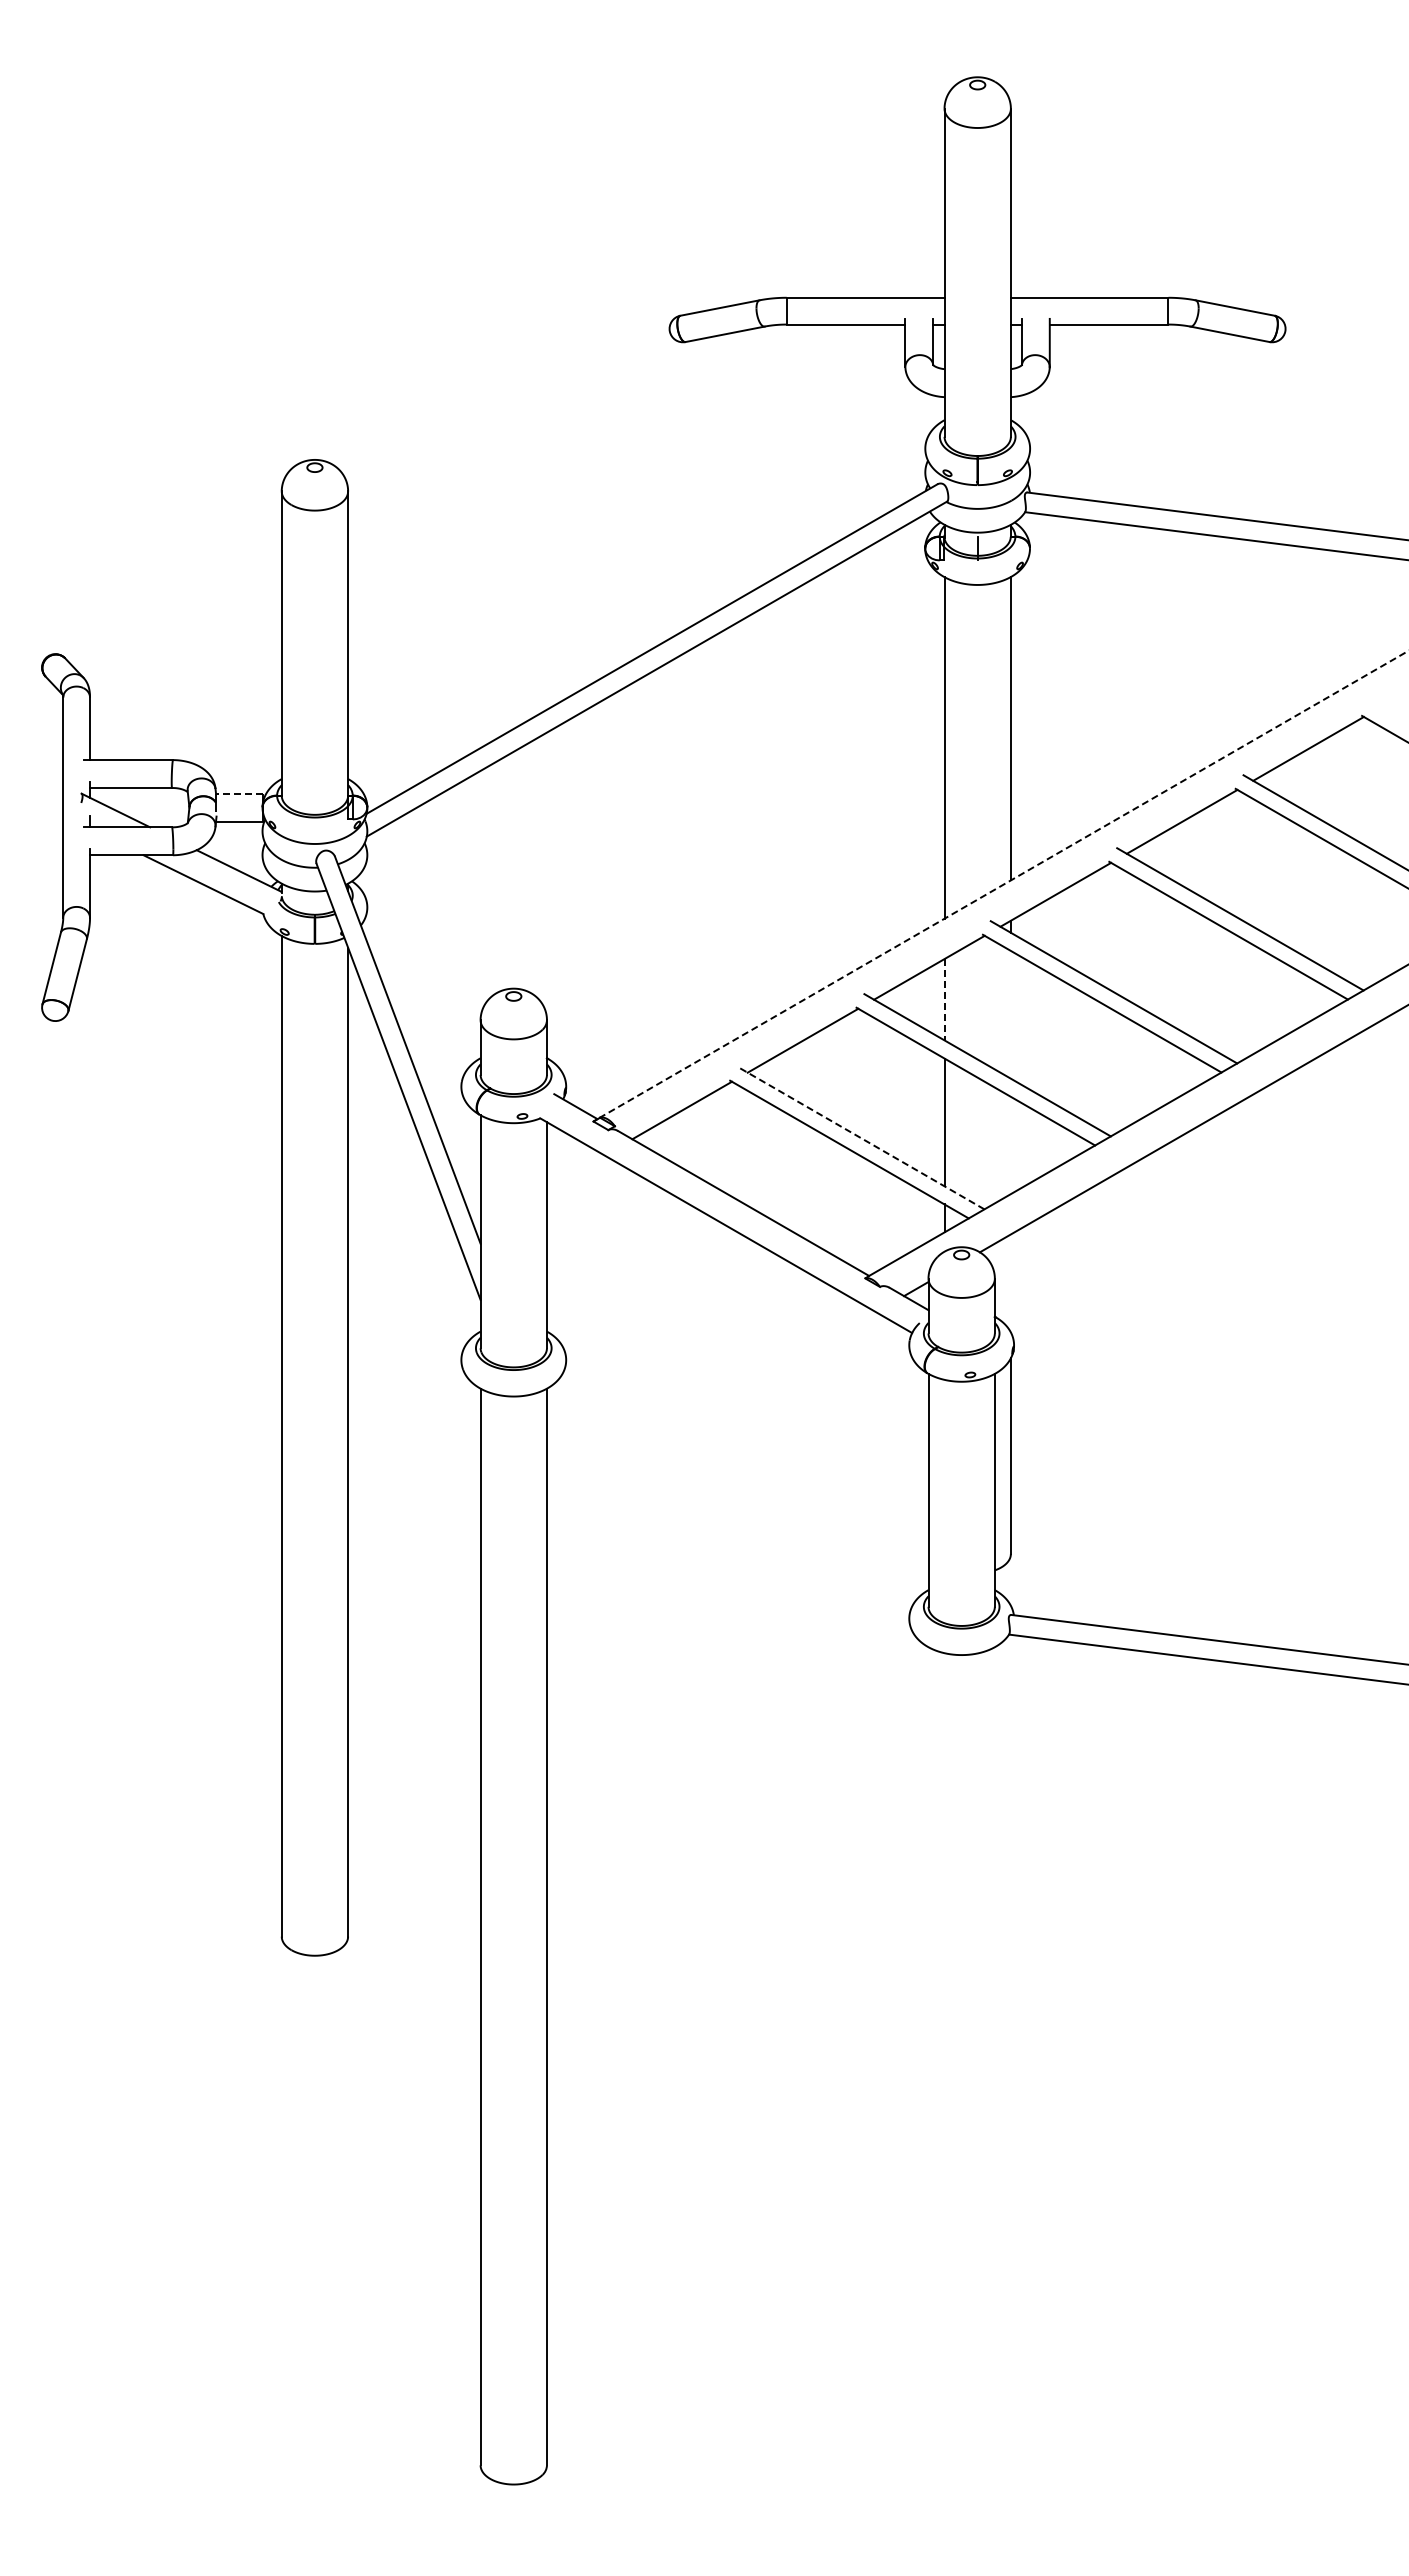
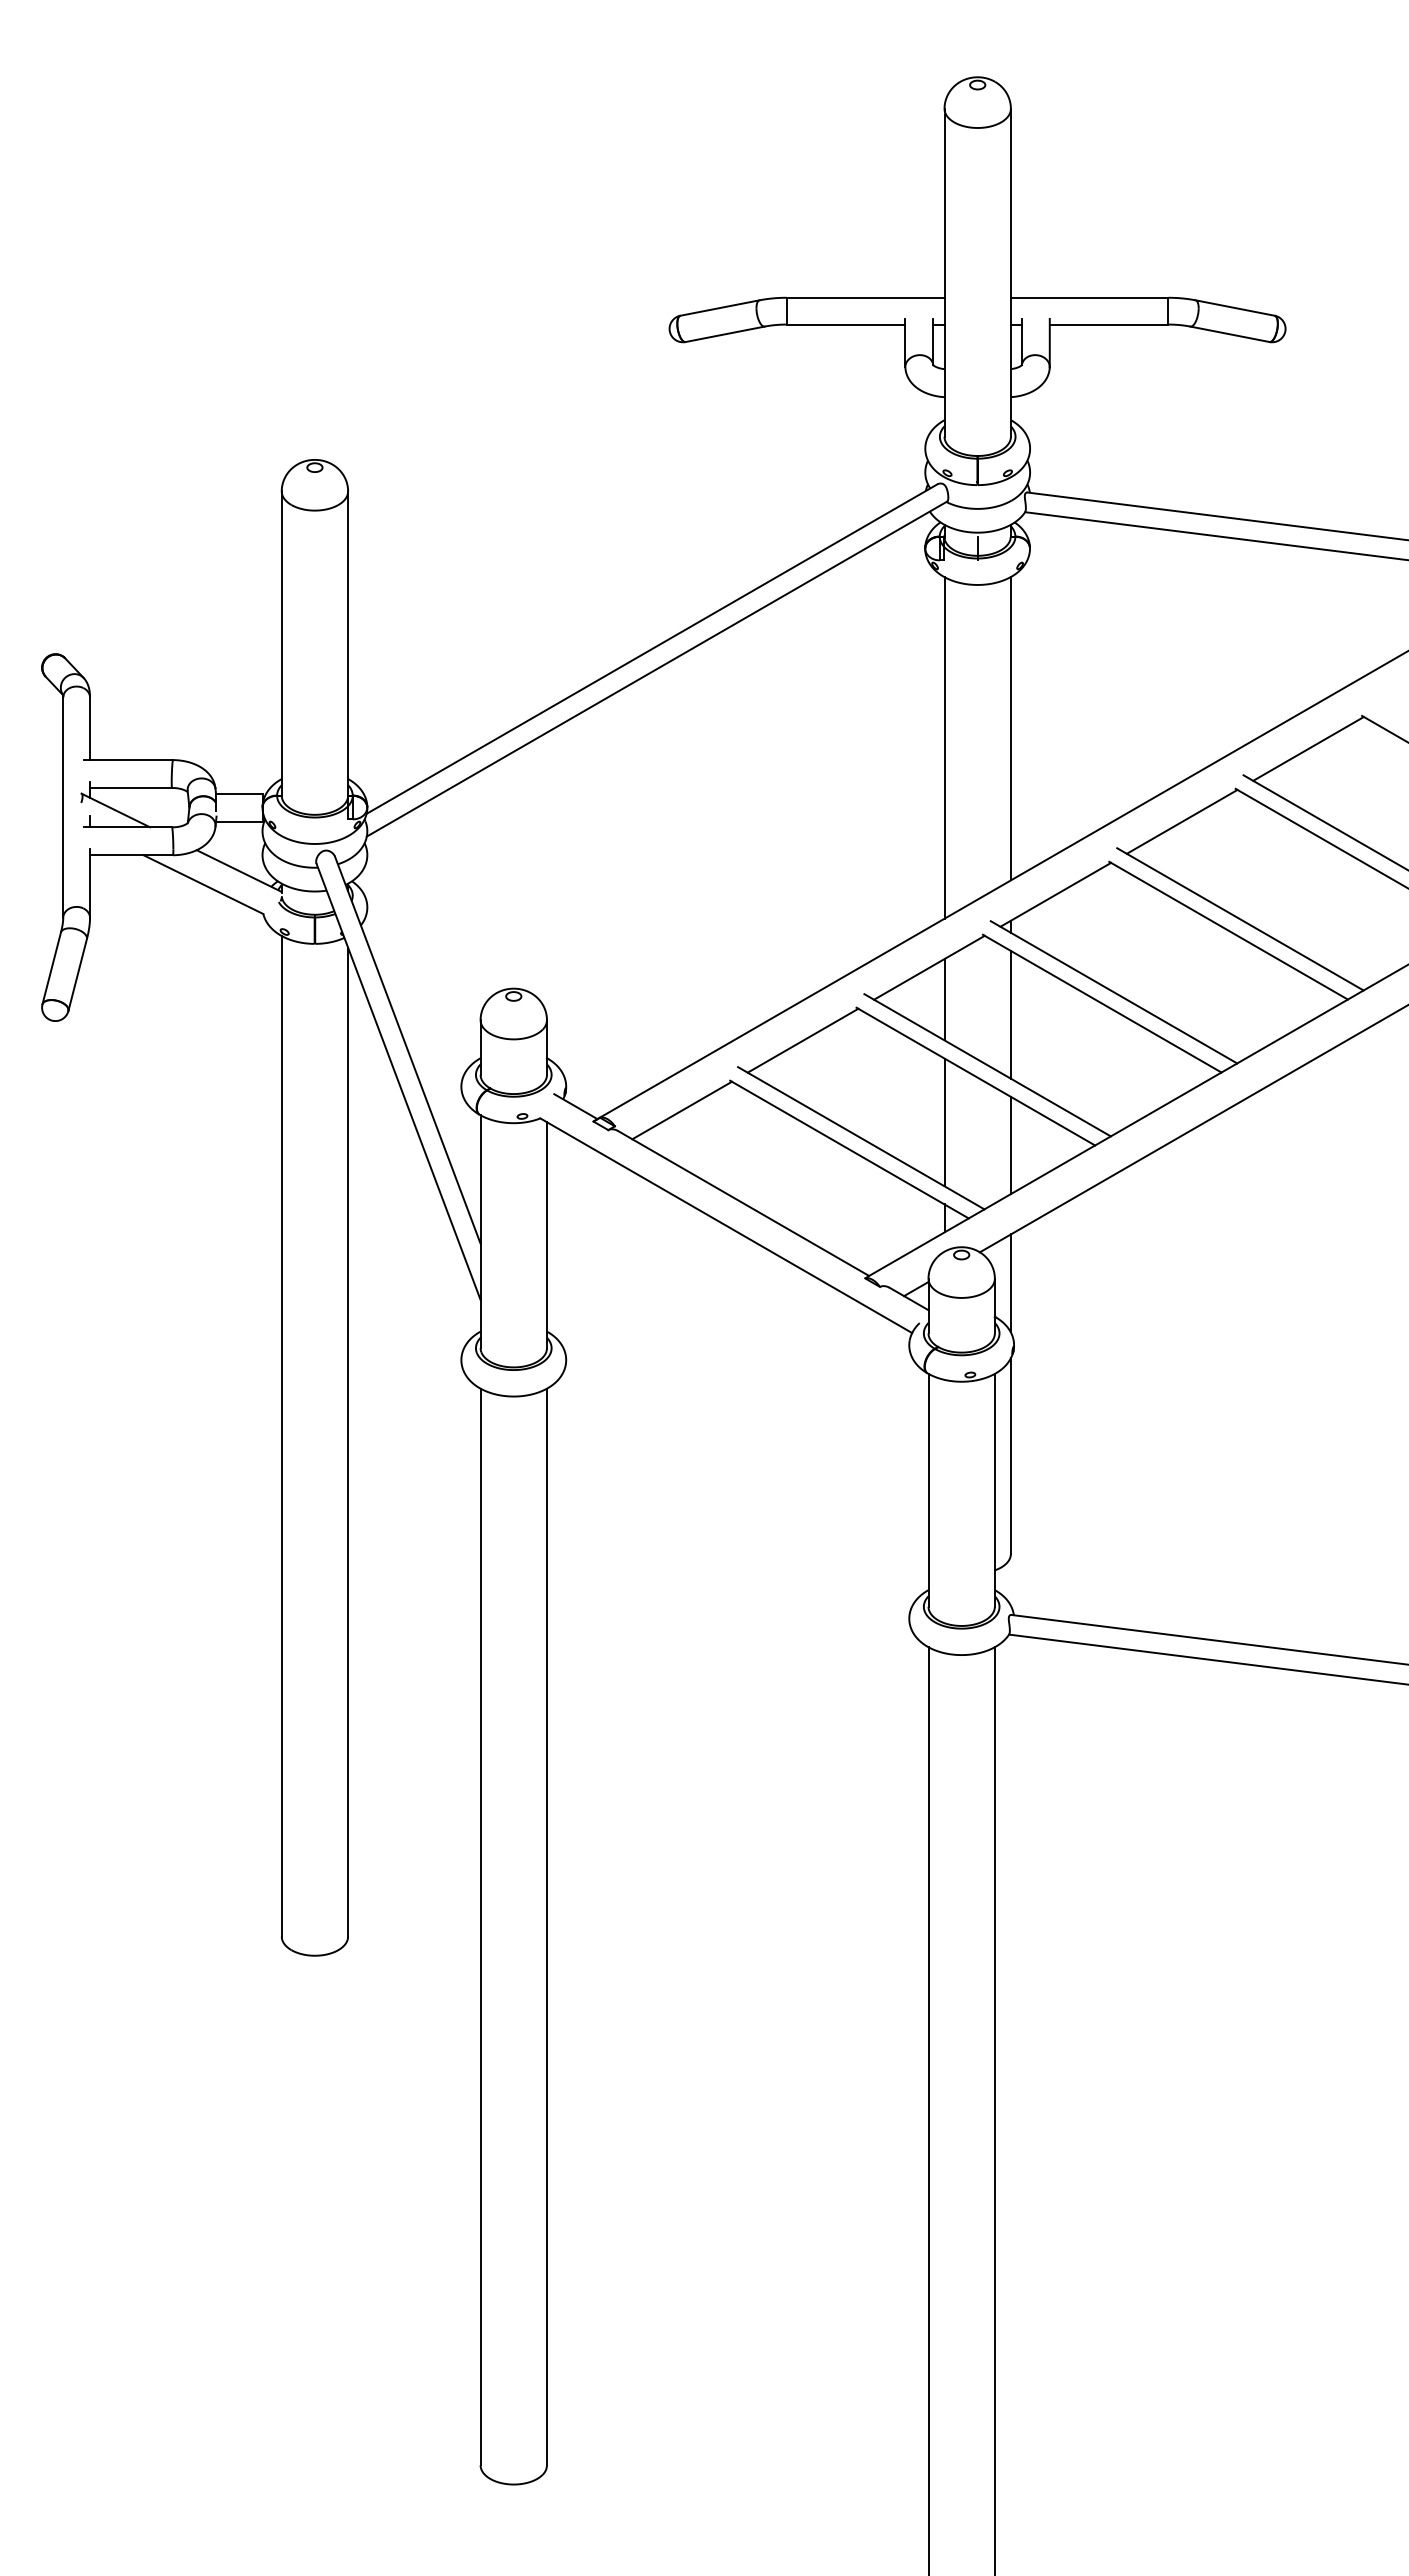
line at (238, 793): dashed -> solid
line at (1002, 885): dashed -> solid
line at (944, 999): dashed -> solid
line at (1010, 1014): none -> present
line at (860, 1137): dashed -> solid
line at (1010, 1145): none -> present
line at (1010, 1283): none -> present
line at (928, 2109): none -> present
line at (994, 2109): none -> present
